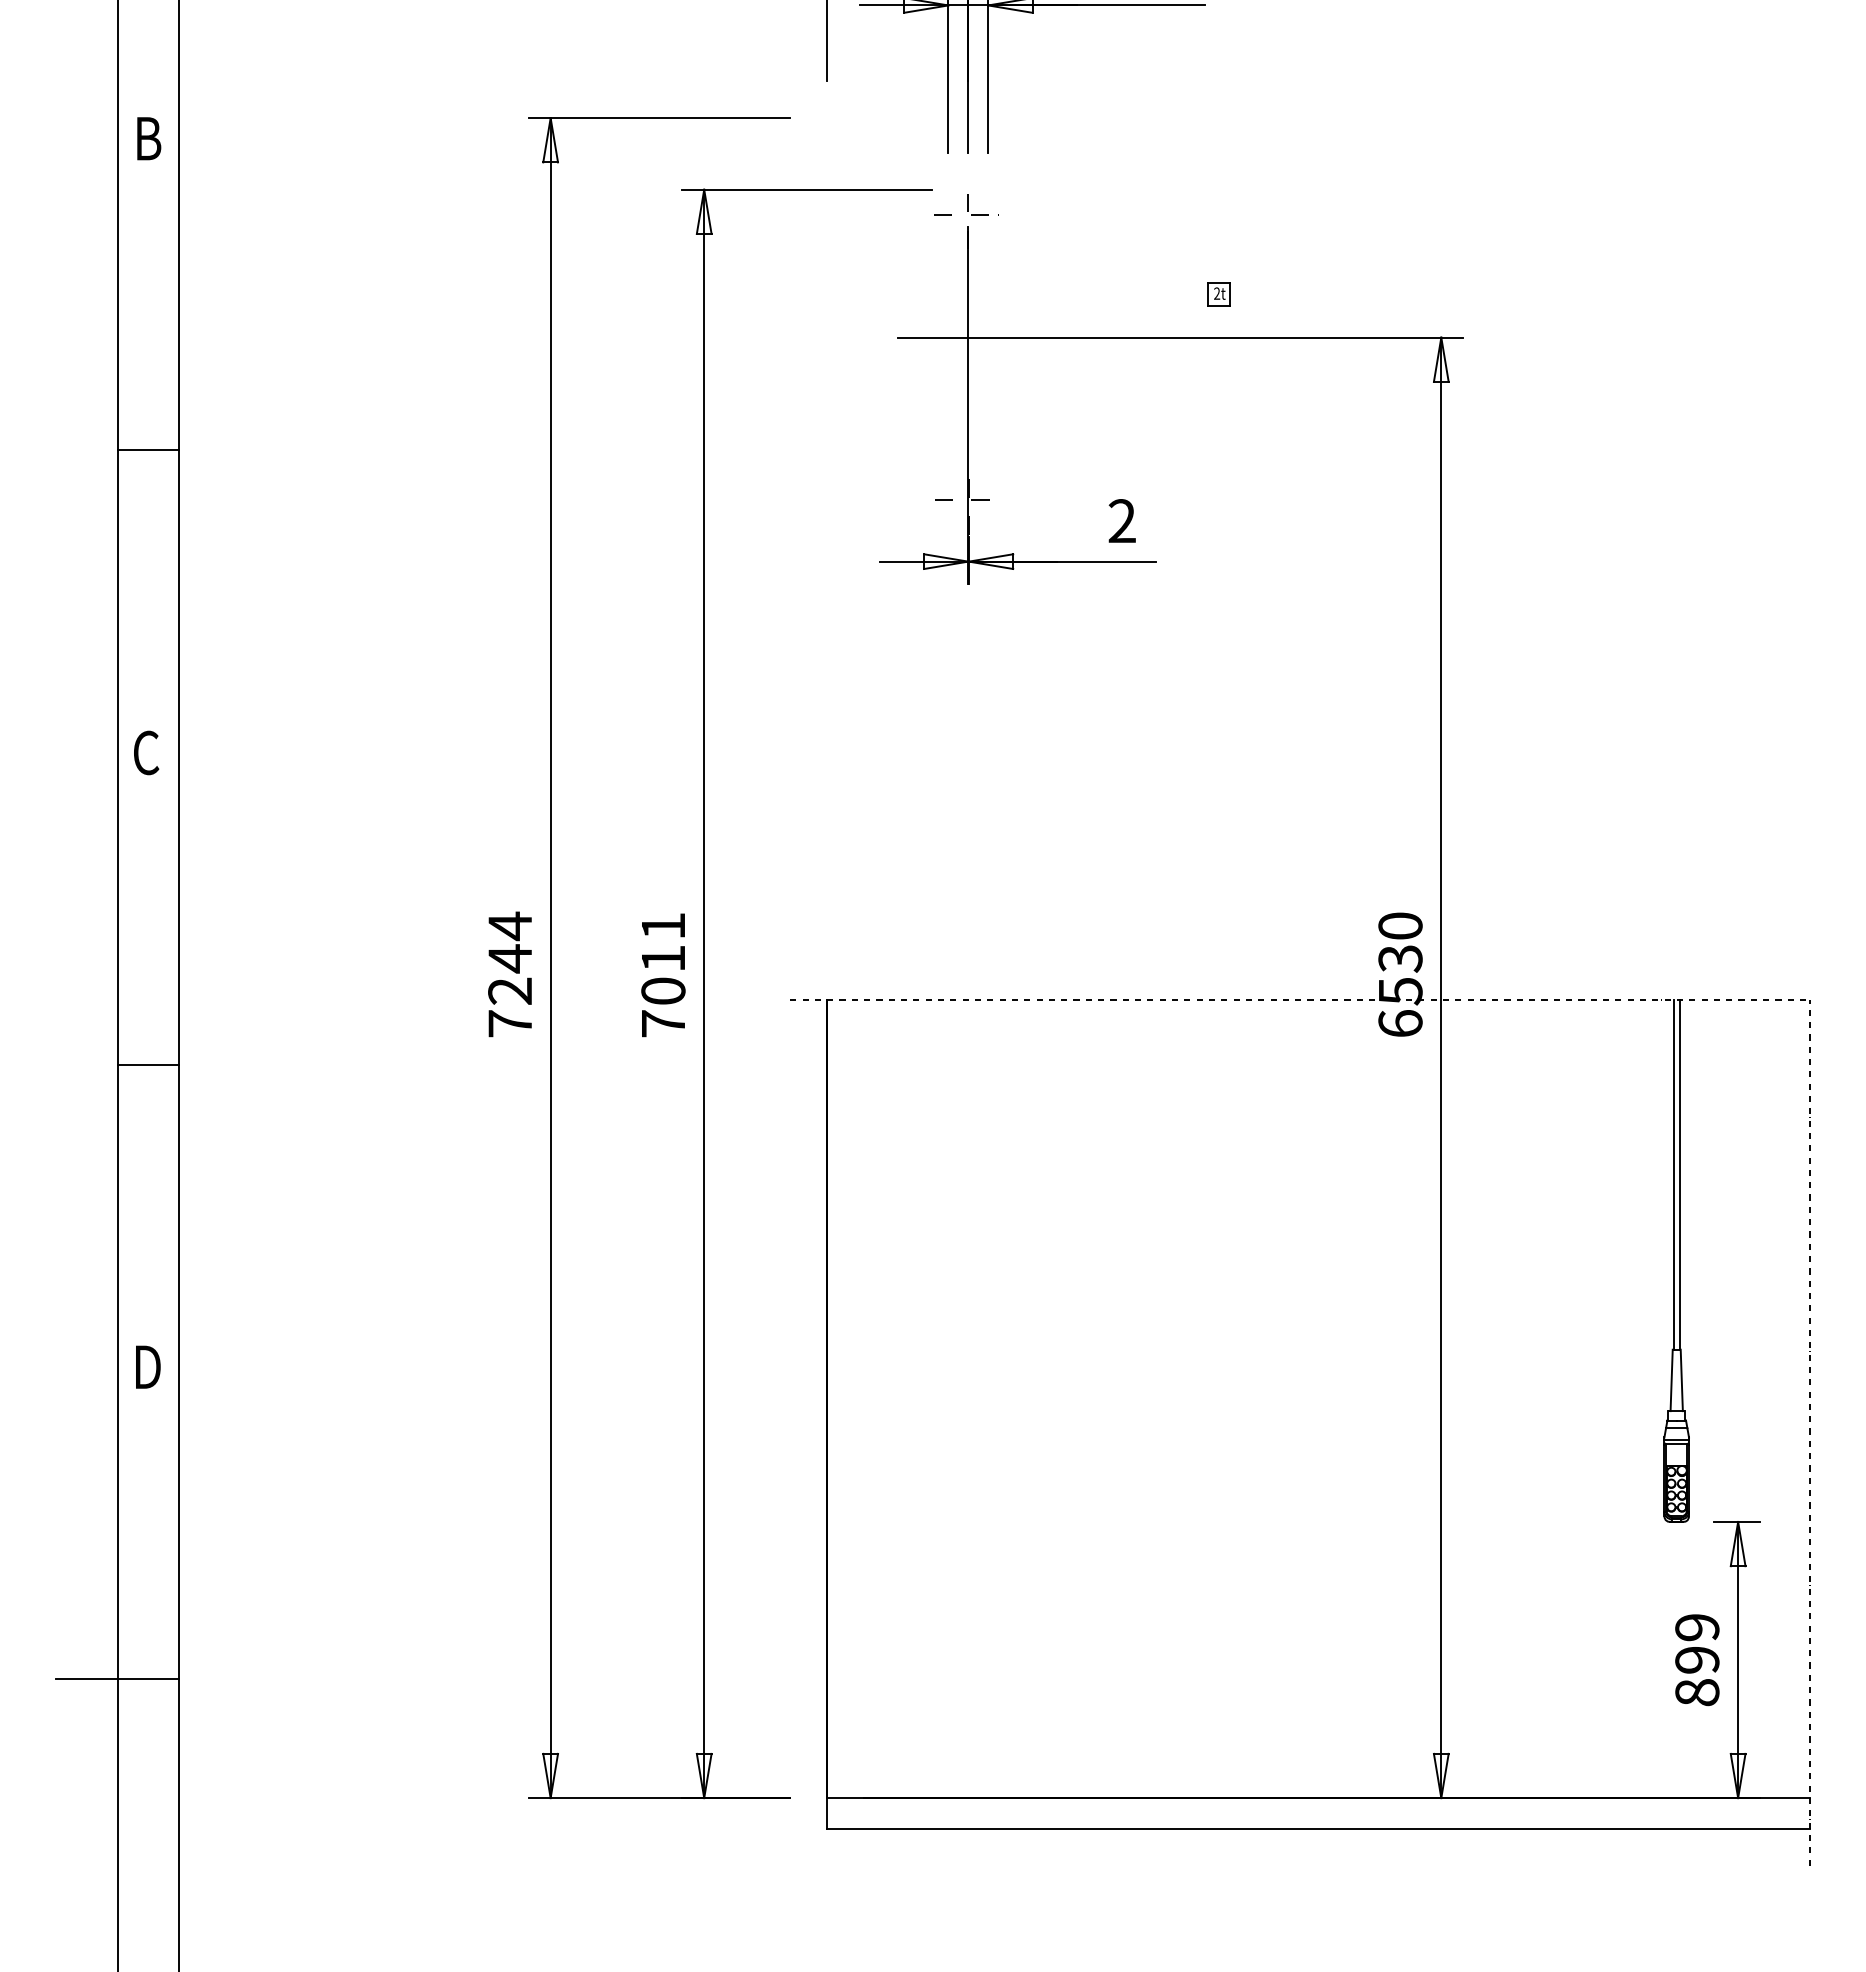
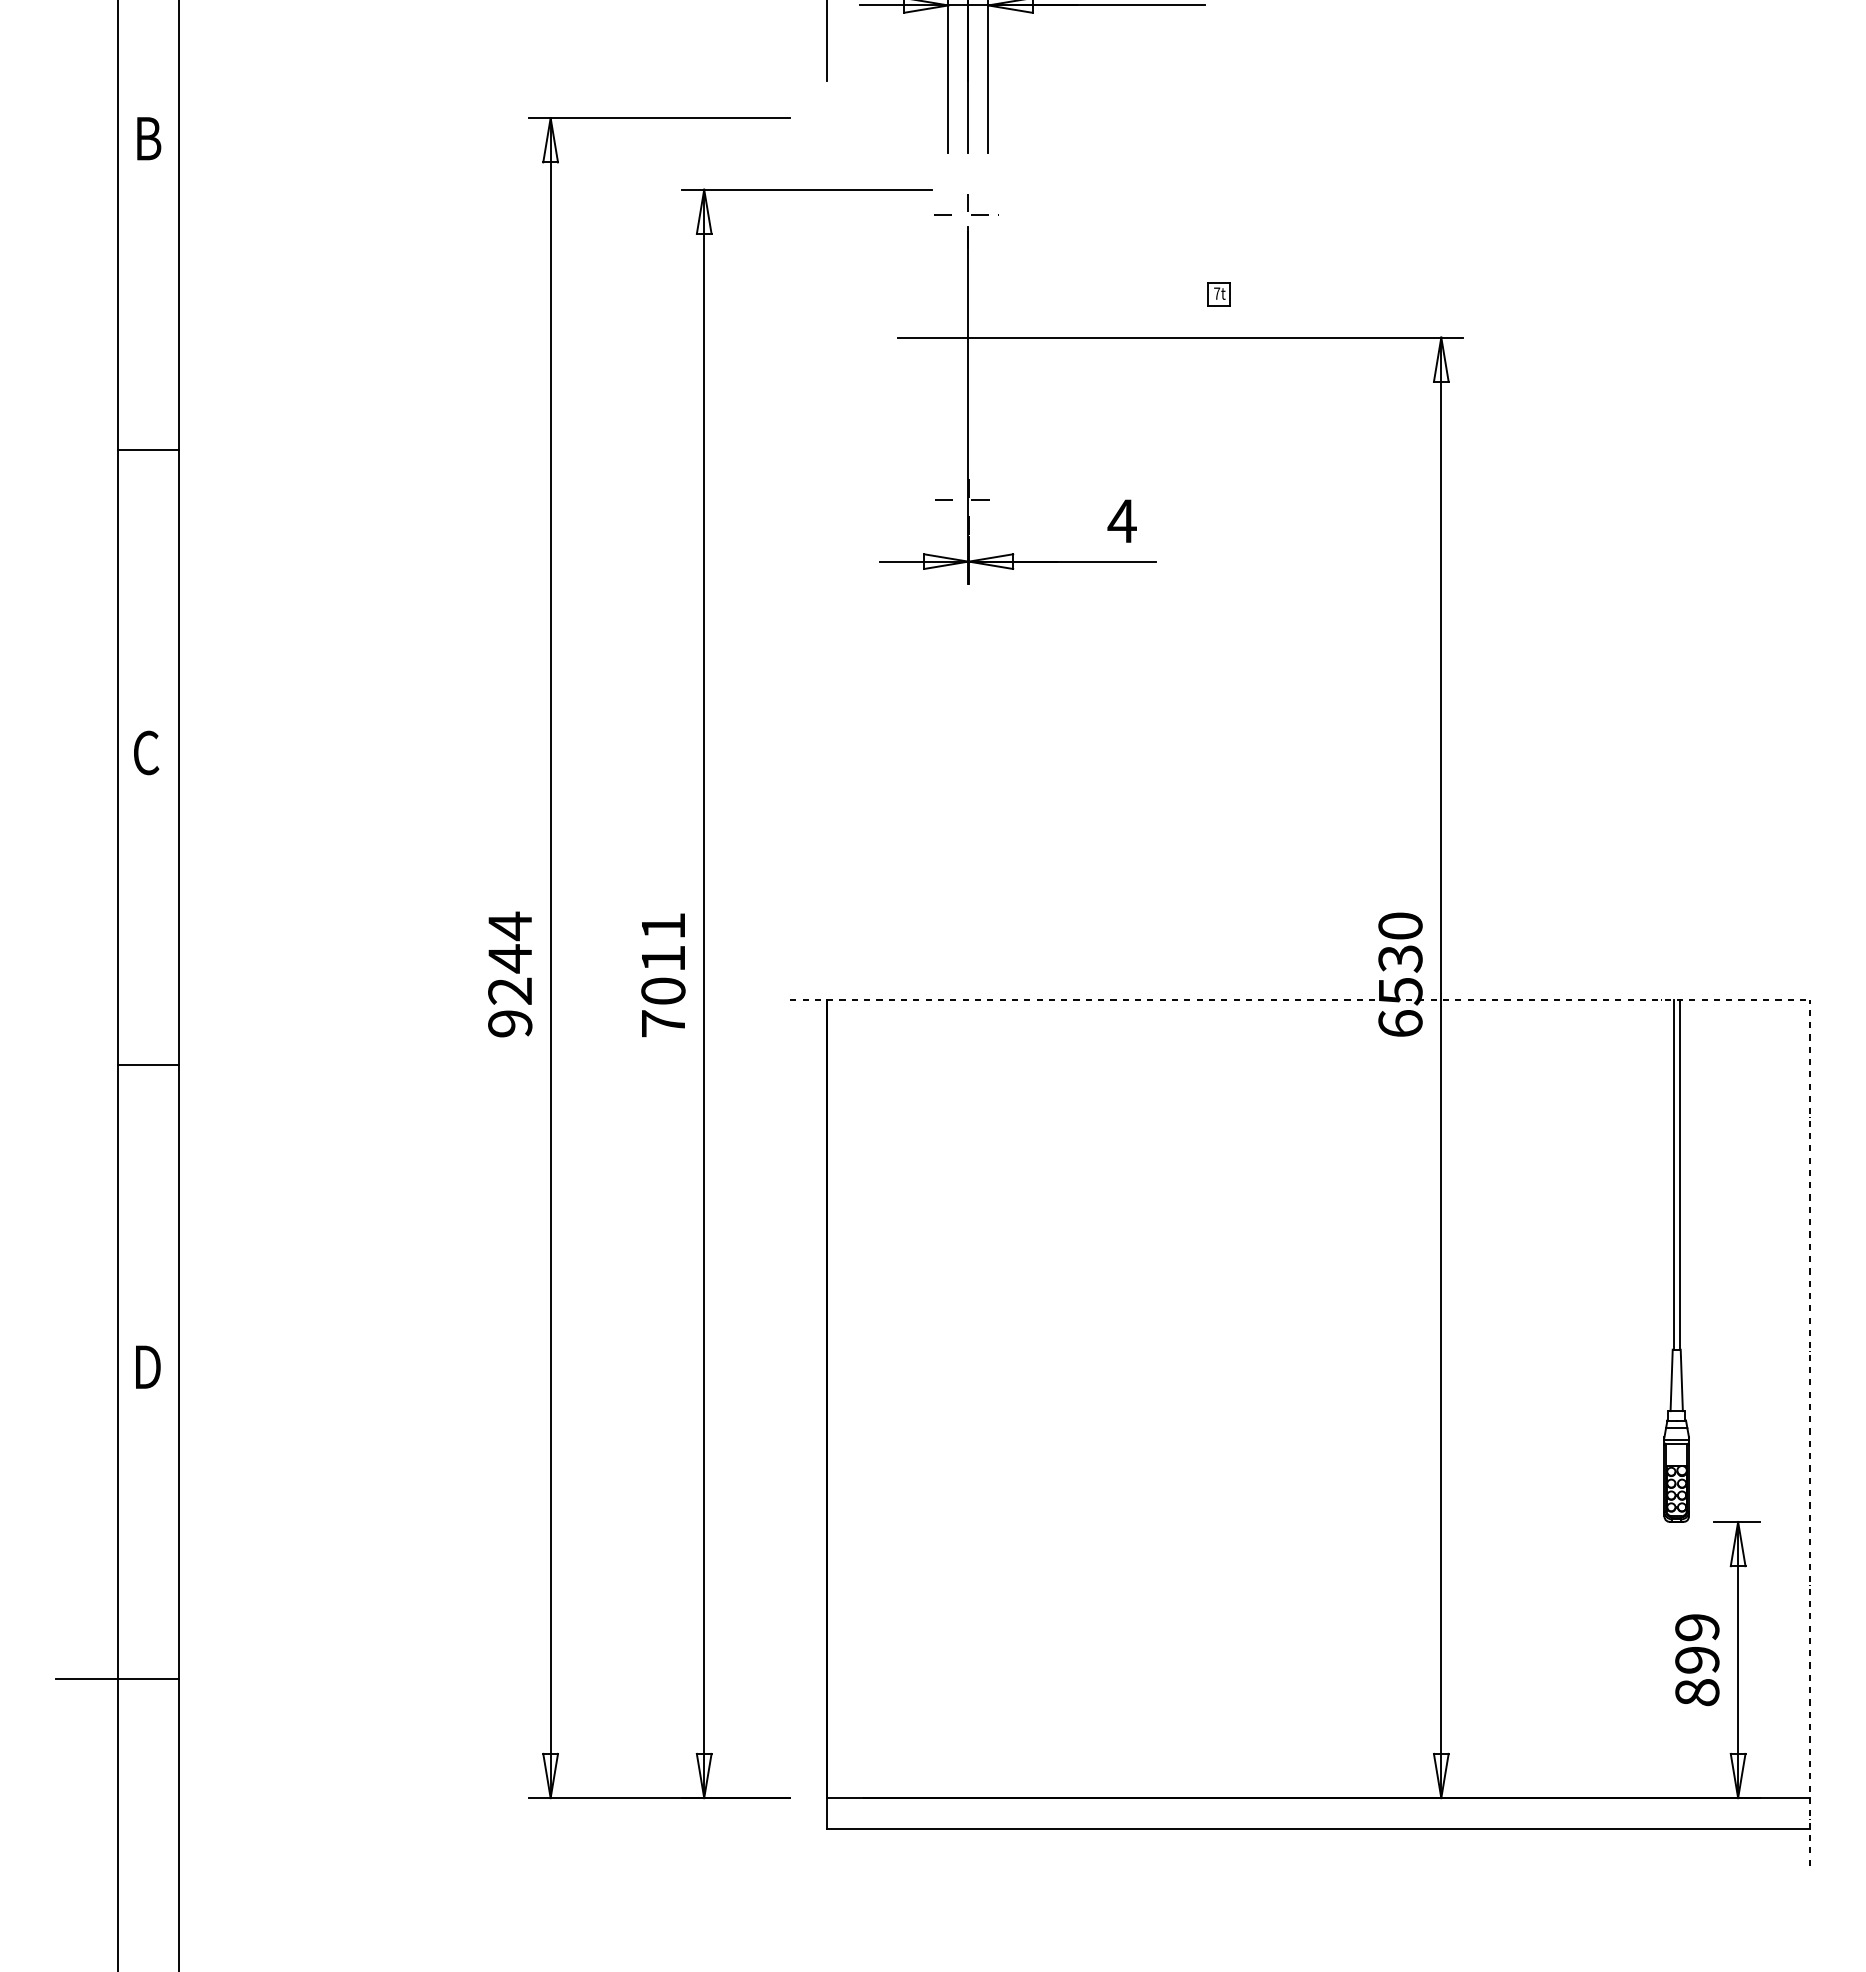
text at (1217, 293): 2t -> 7t
text at (1121, 520): 2 -> 4
text at (510, 1023): 7244 -> 9244
